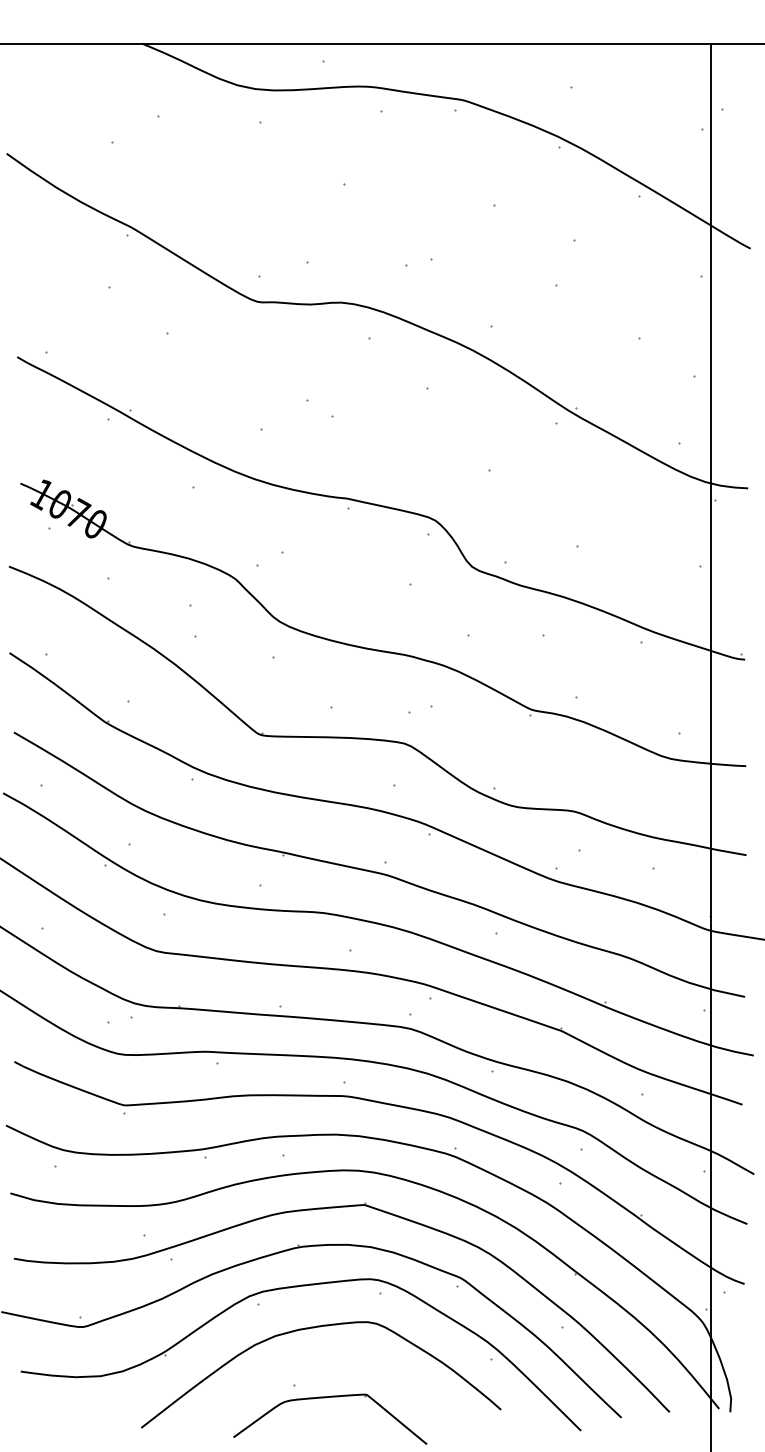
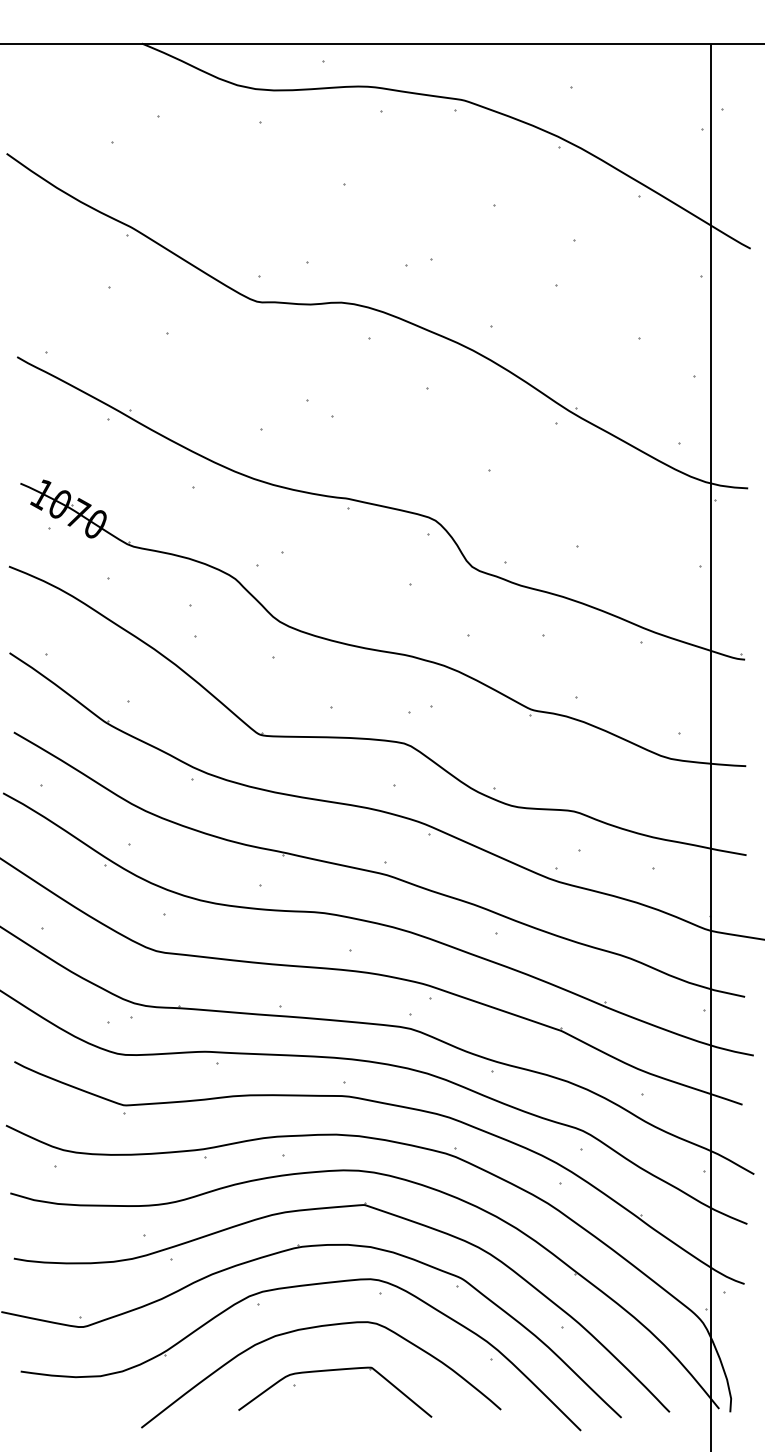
part at (325, 1398) position: (325, 1398) -> (330, 1371)
